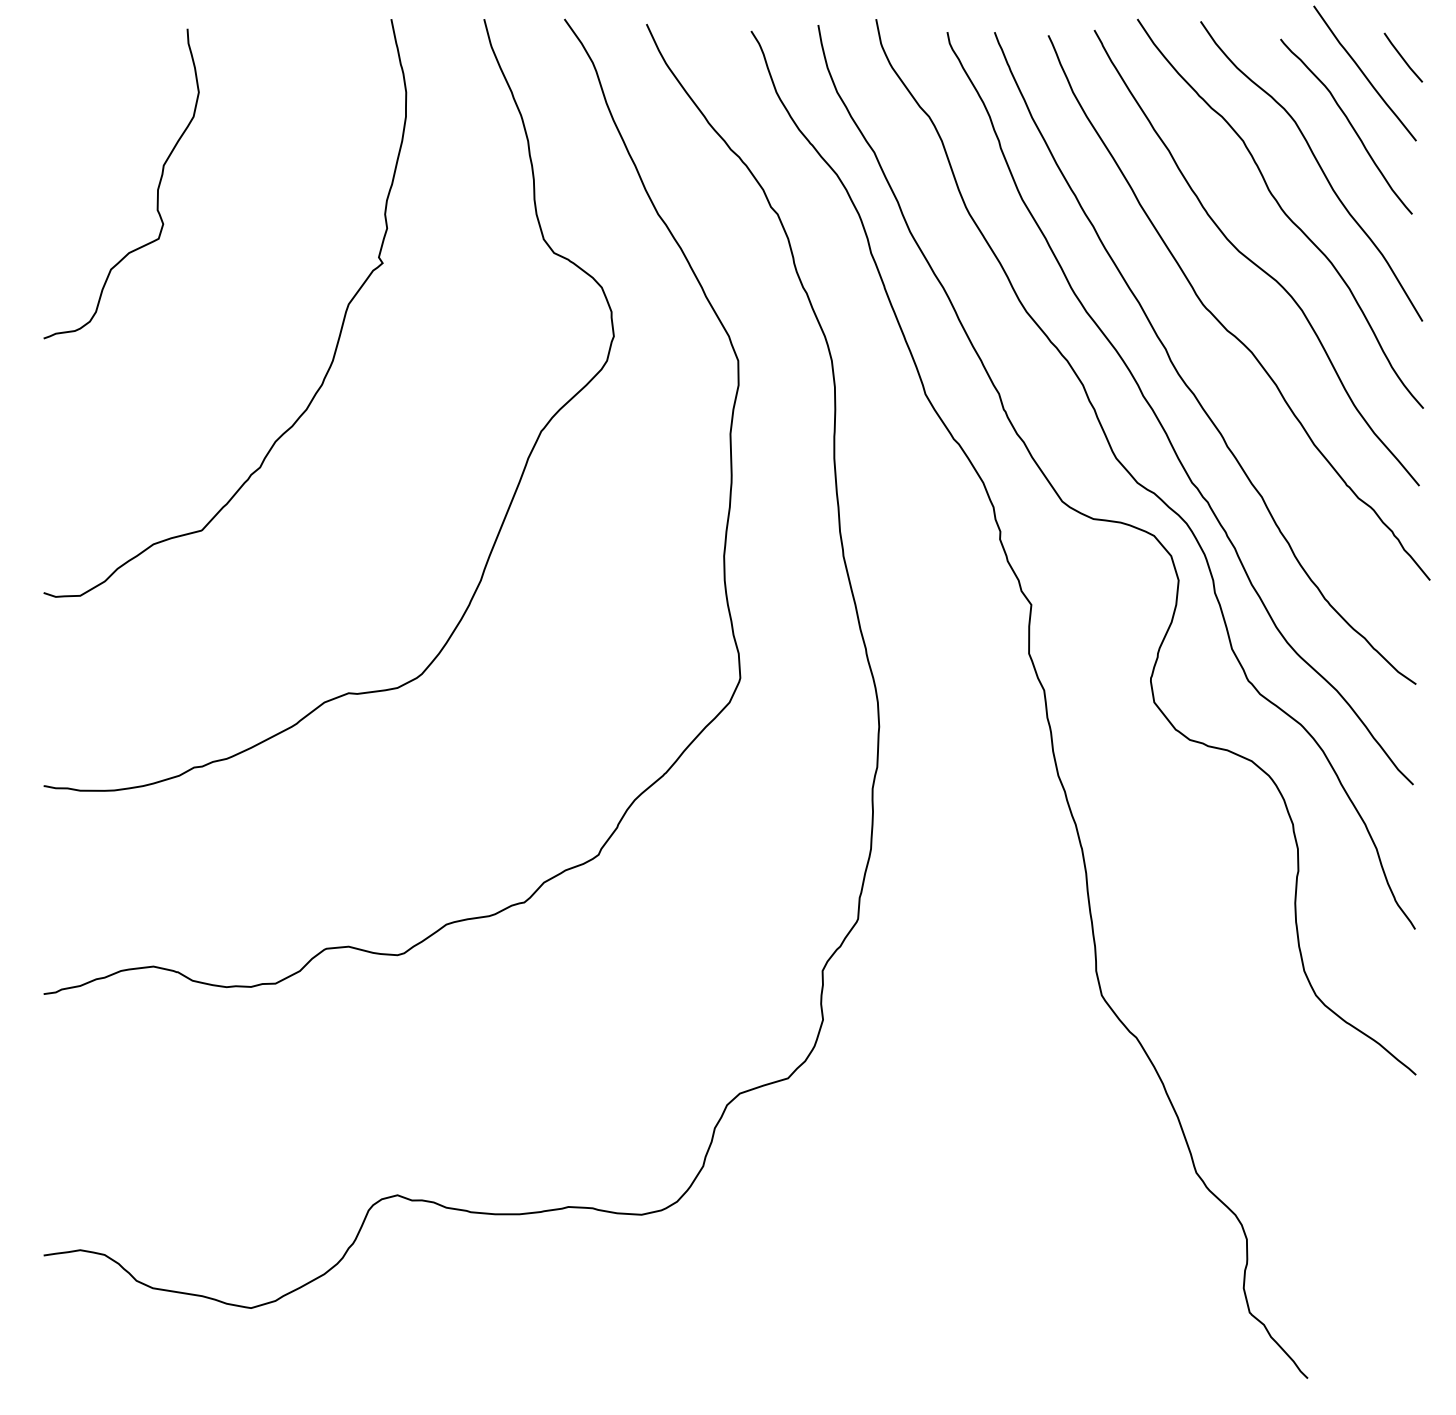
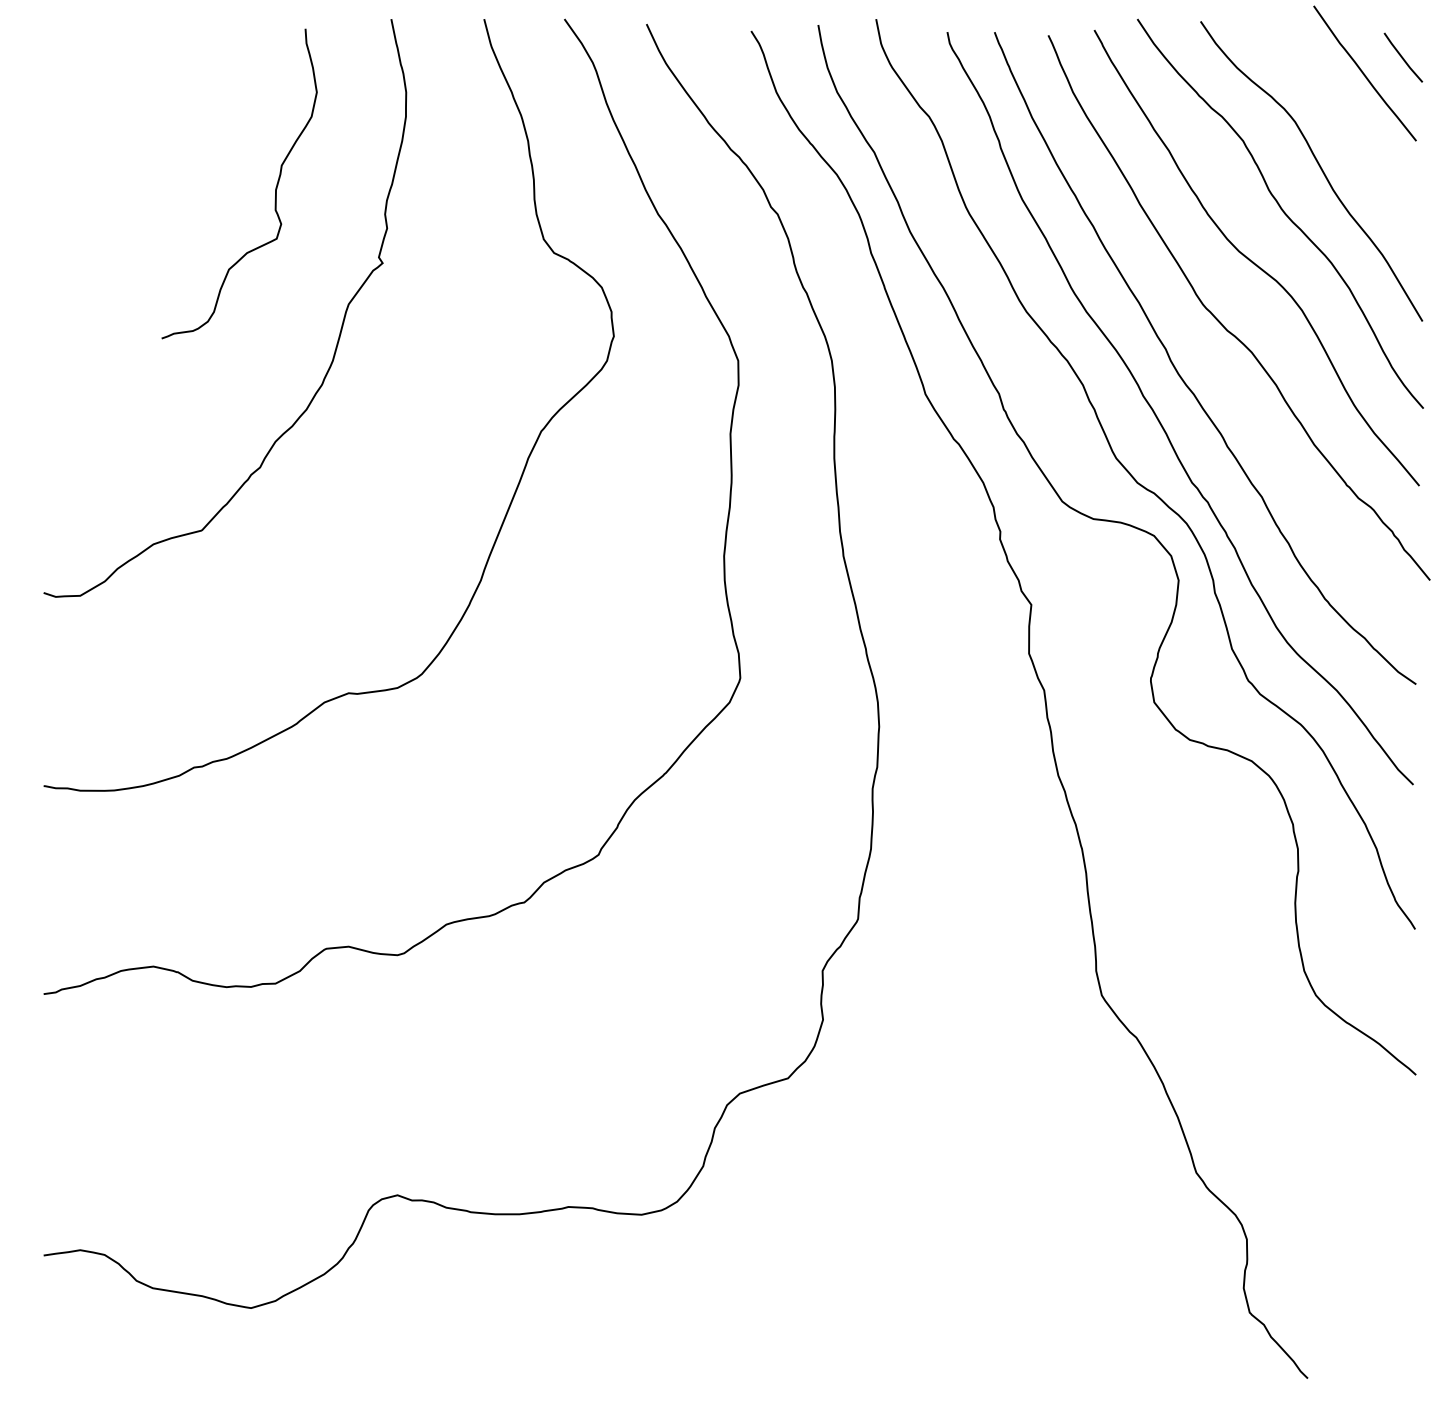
curve at (1349, 124): present -> none
curve at (157, 187) position: (157, 187) -> (275, 187)
